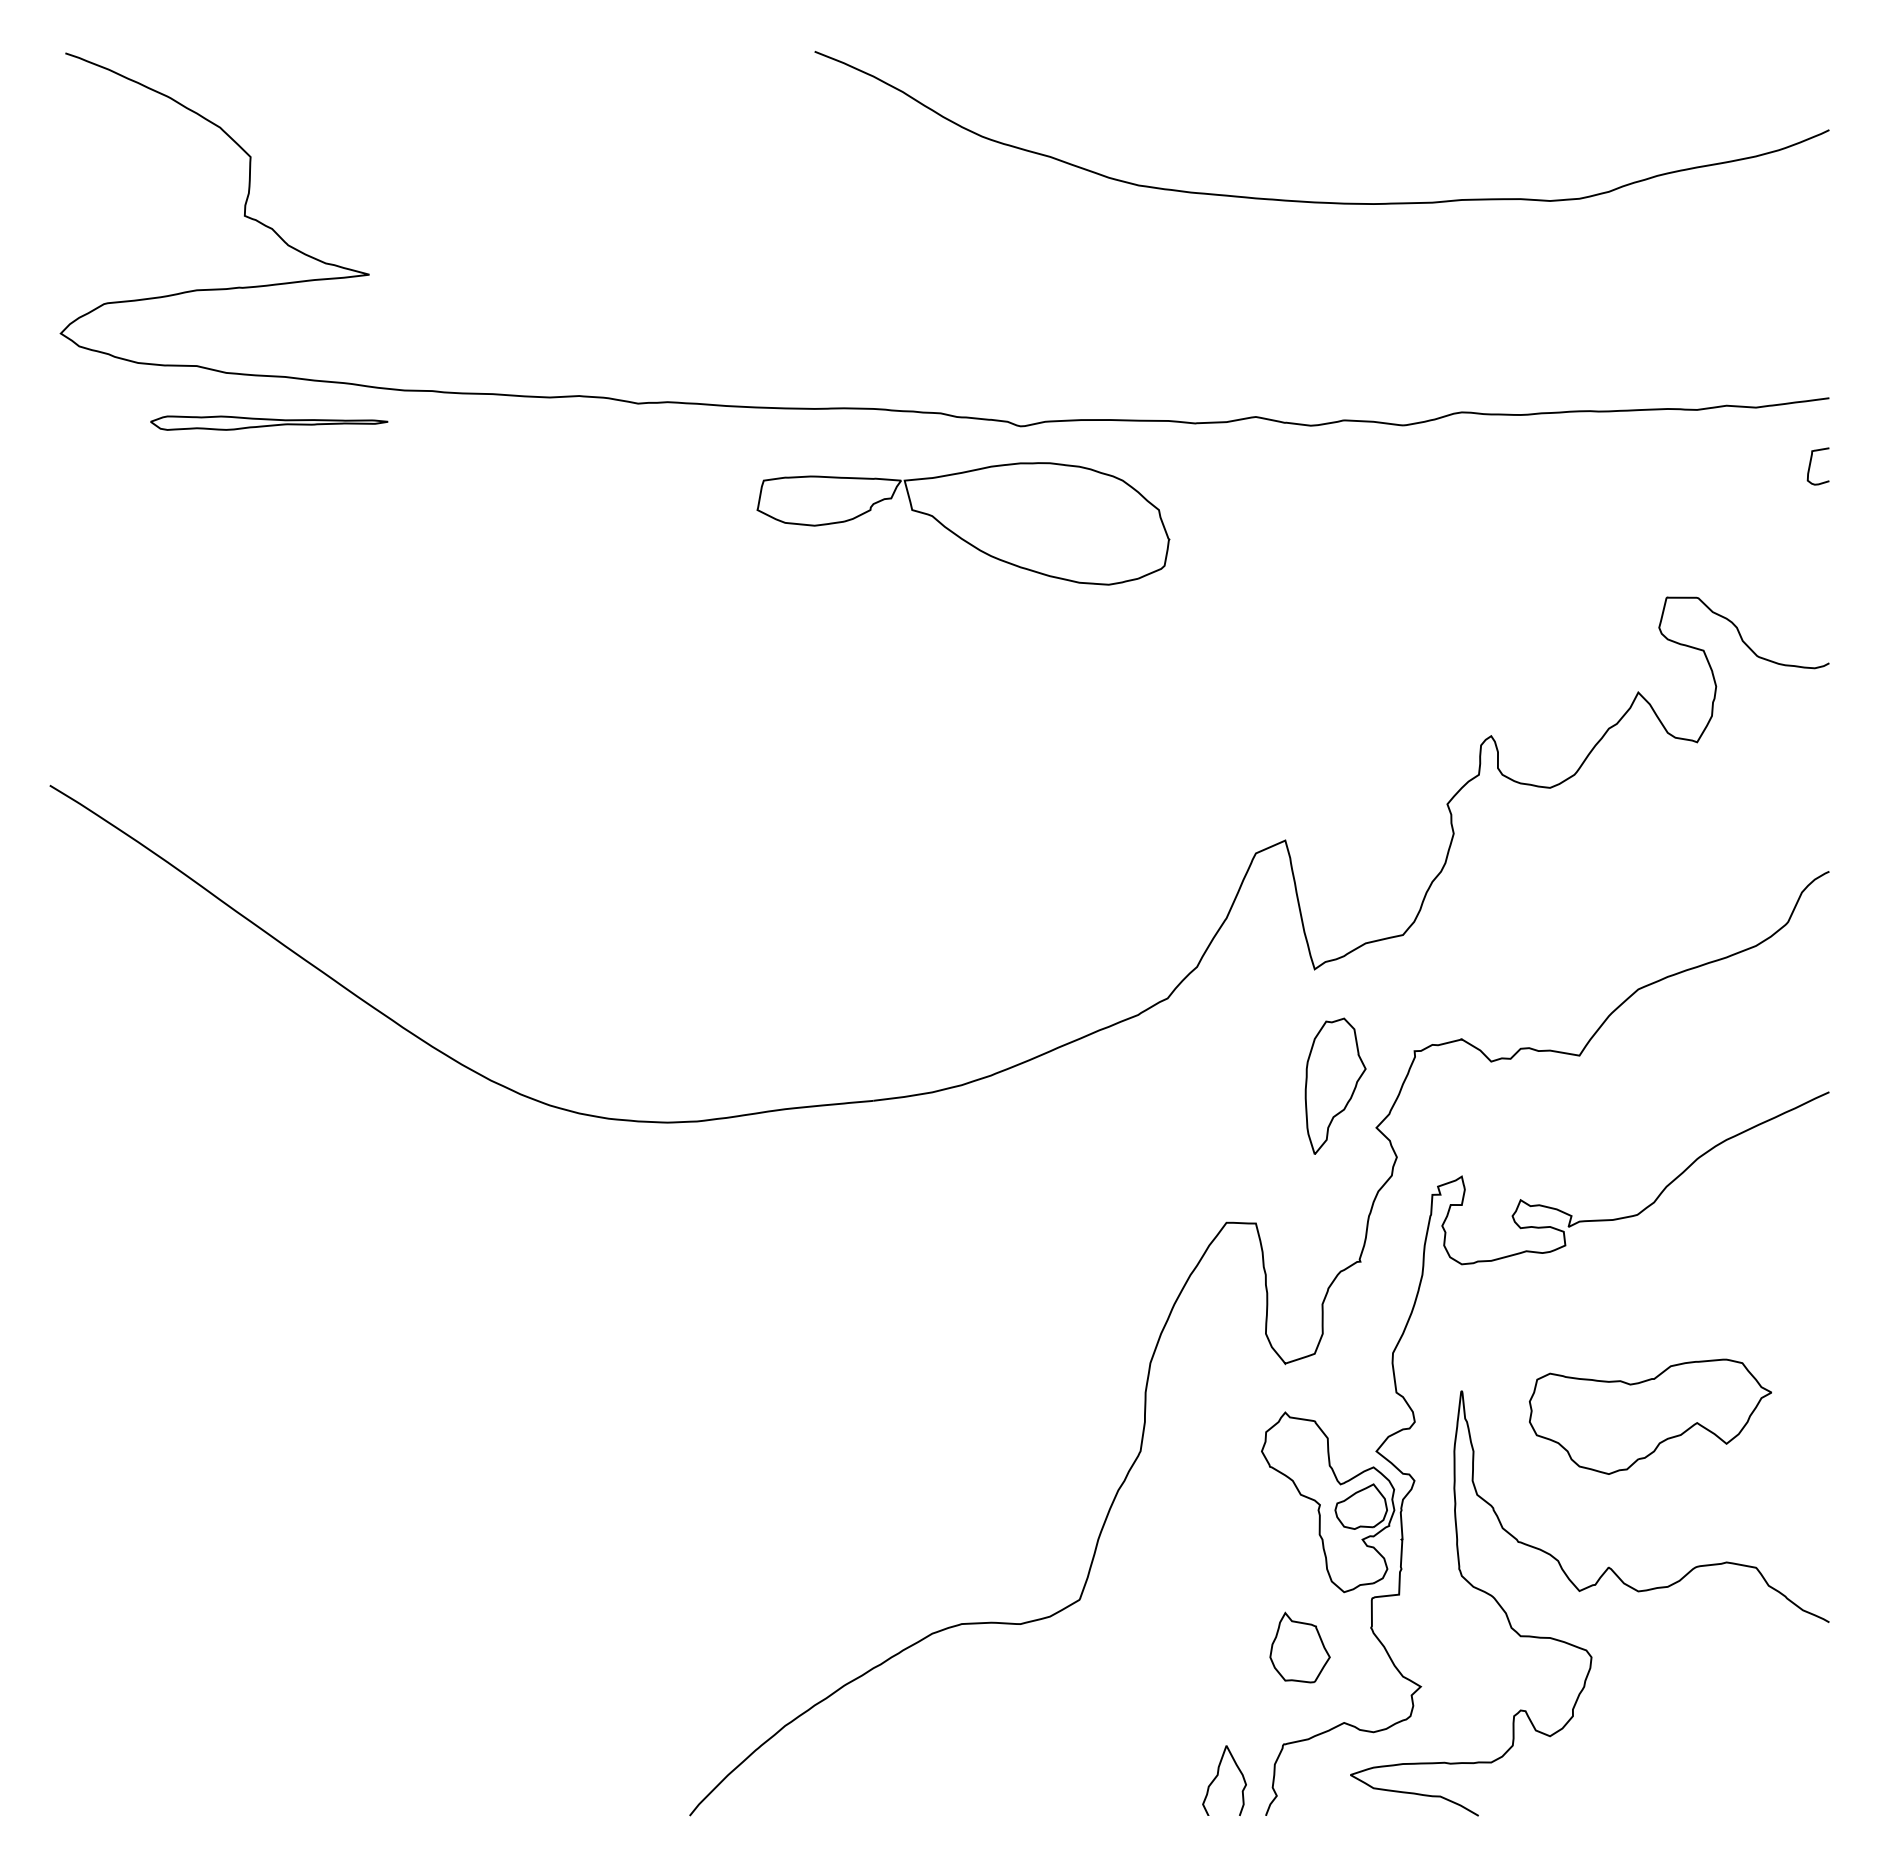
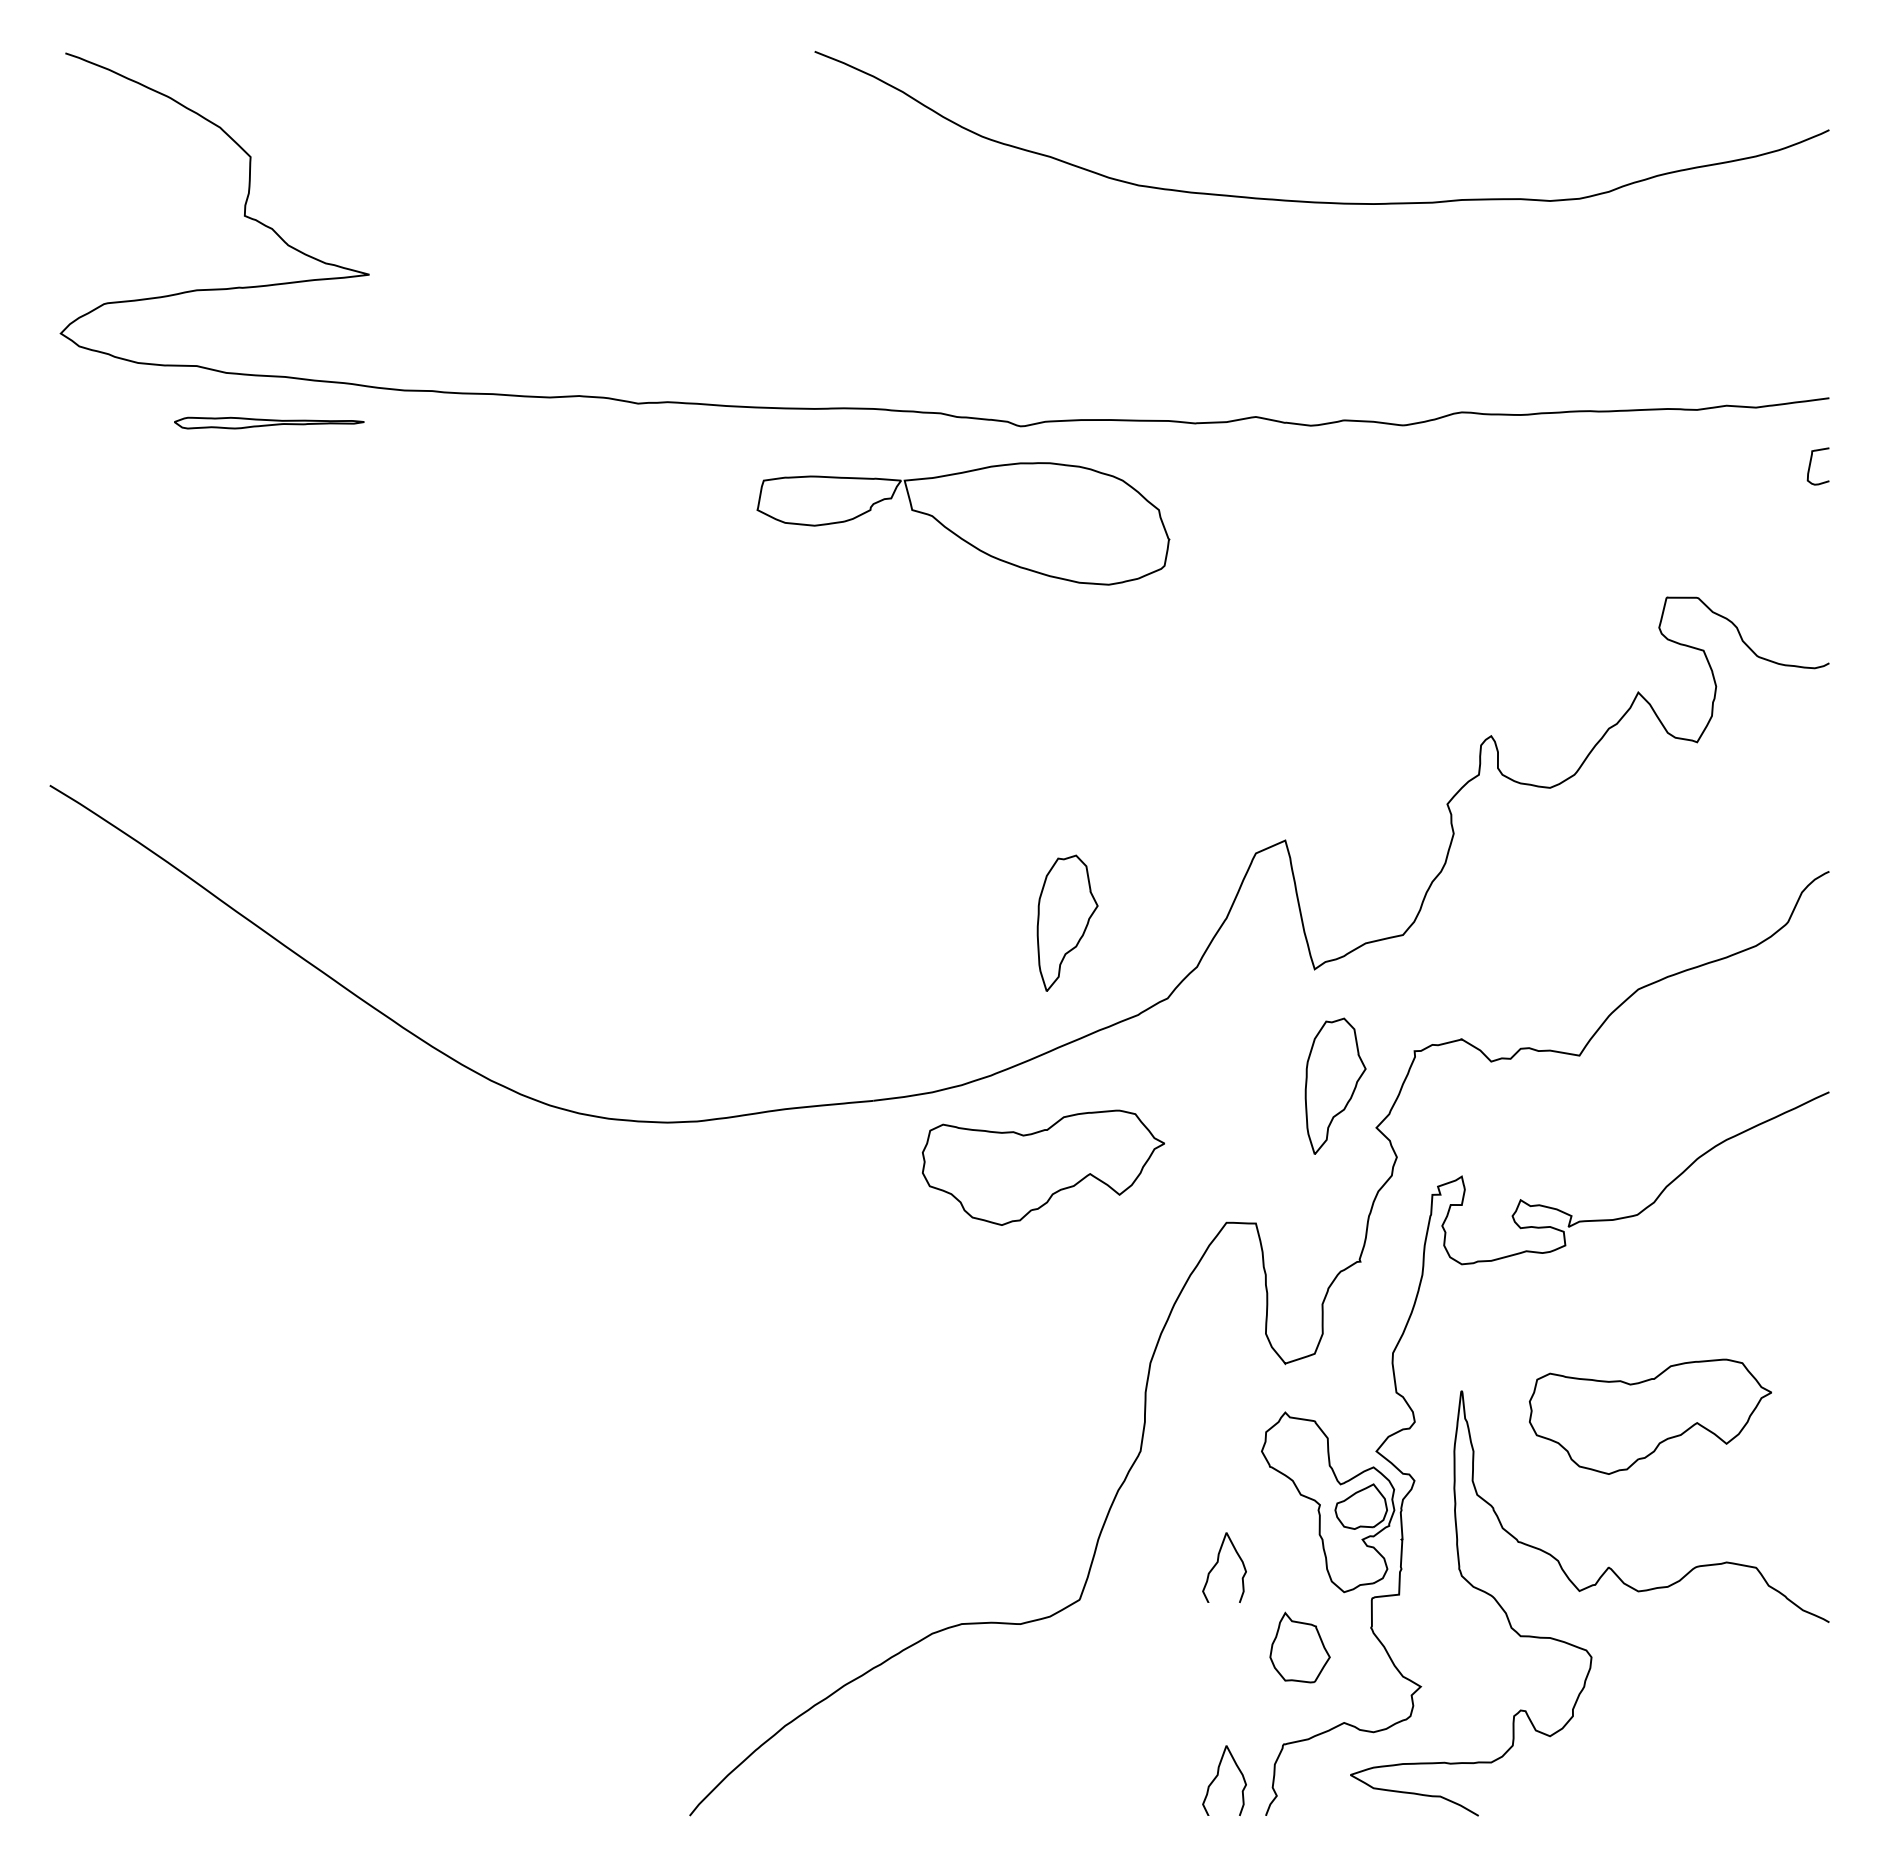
part at (269, 422) size: 239x16 px -> 191x14 px
part at (1067, 922): none -> present
part at (1042, 1167): none -> present
curve at (1218, 1562): none -> present
